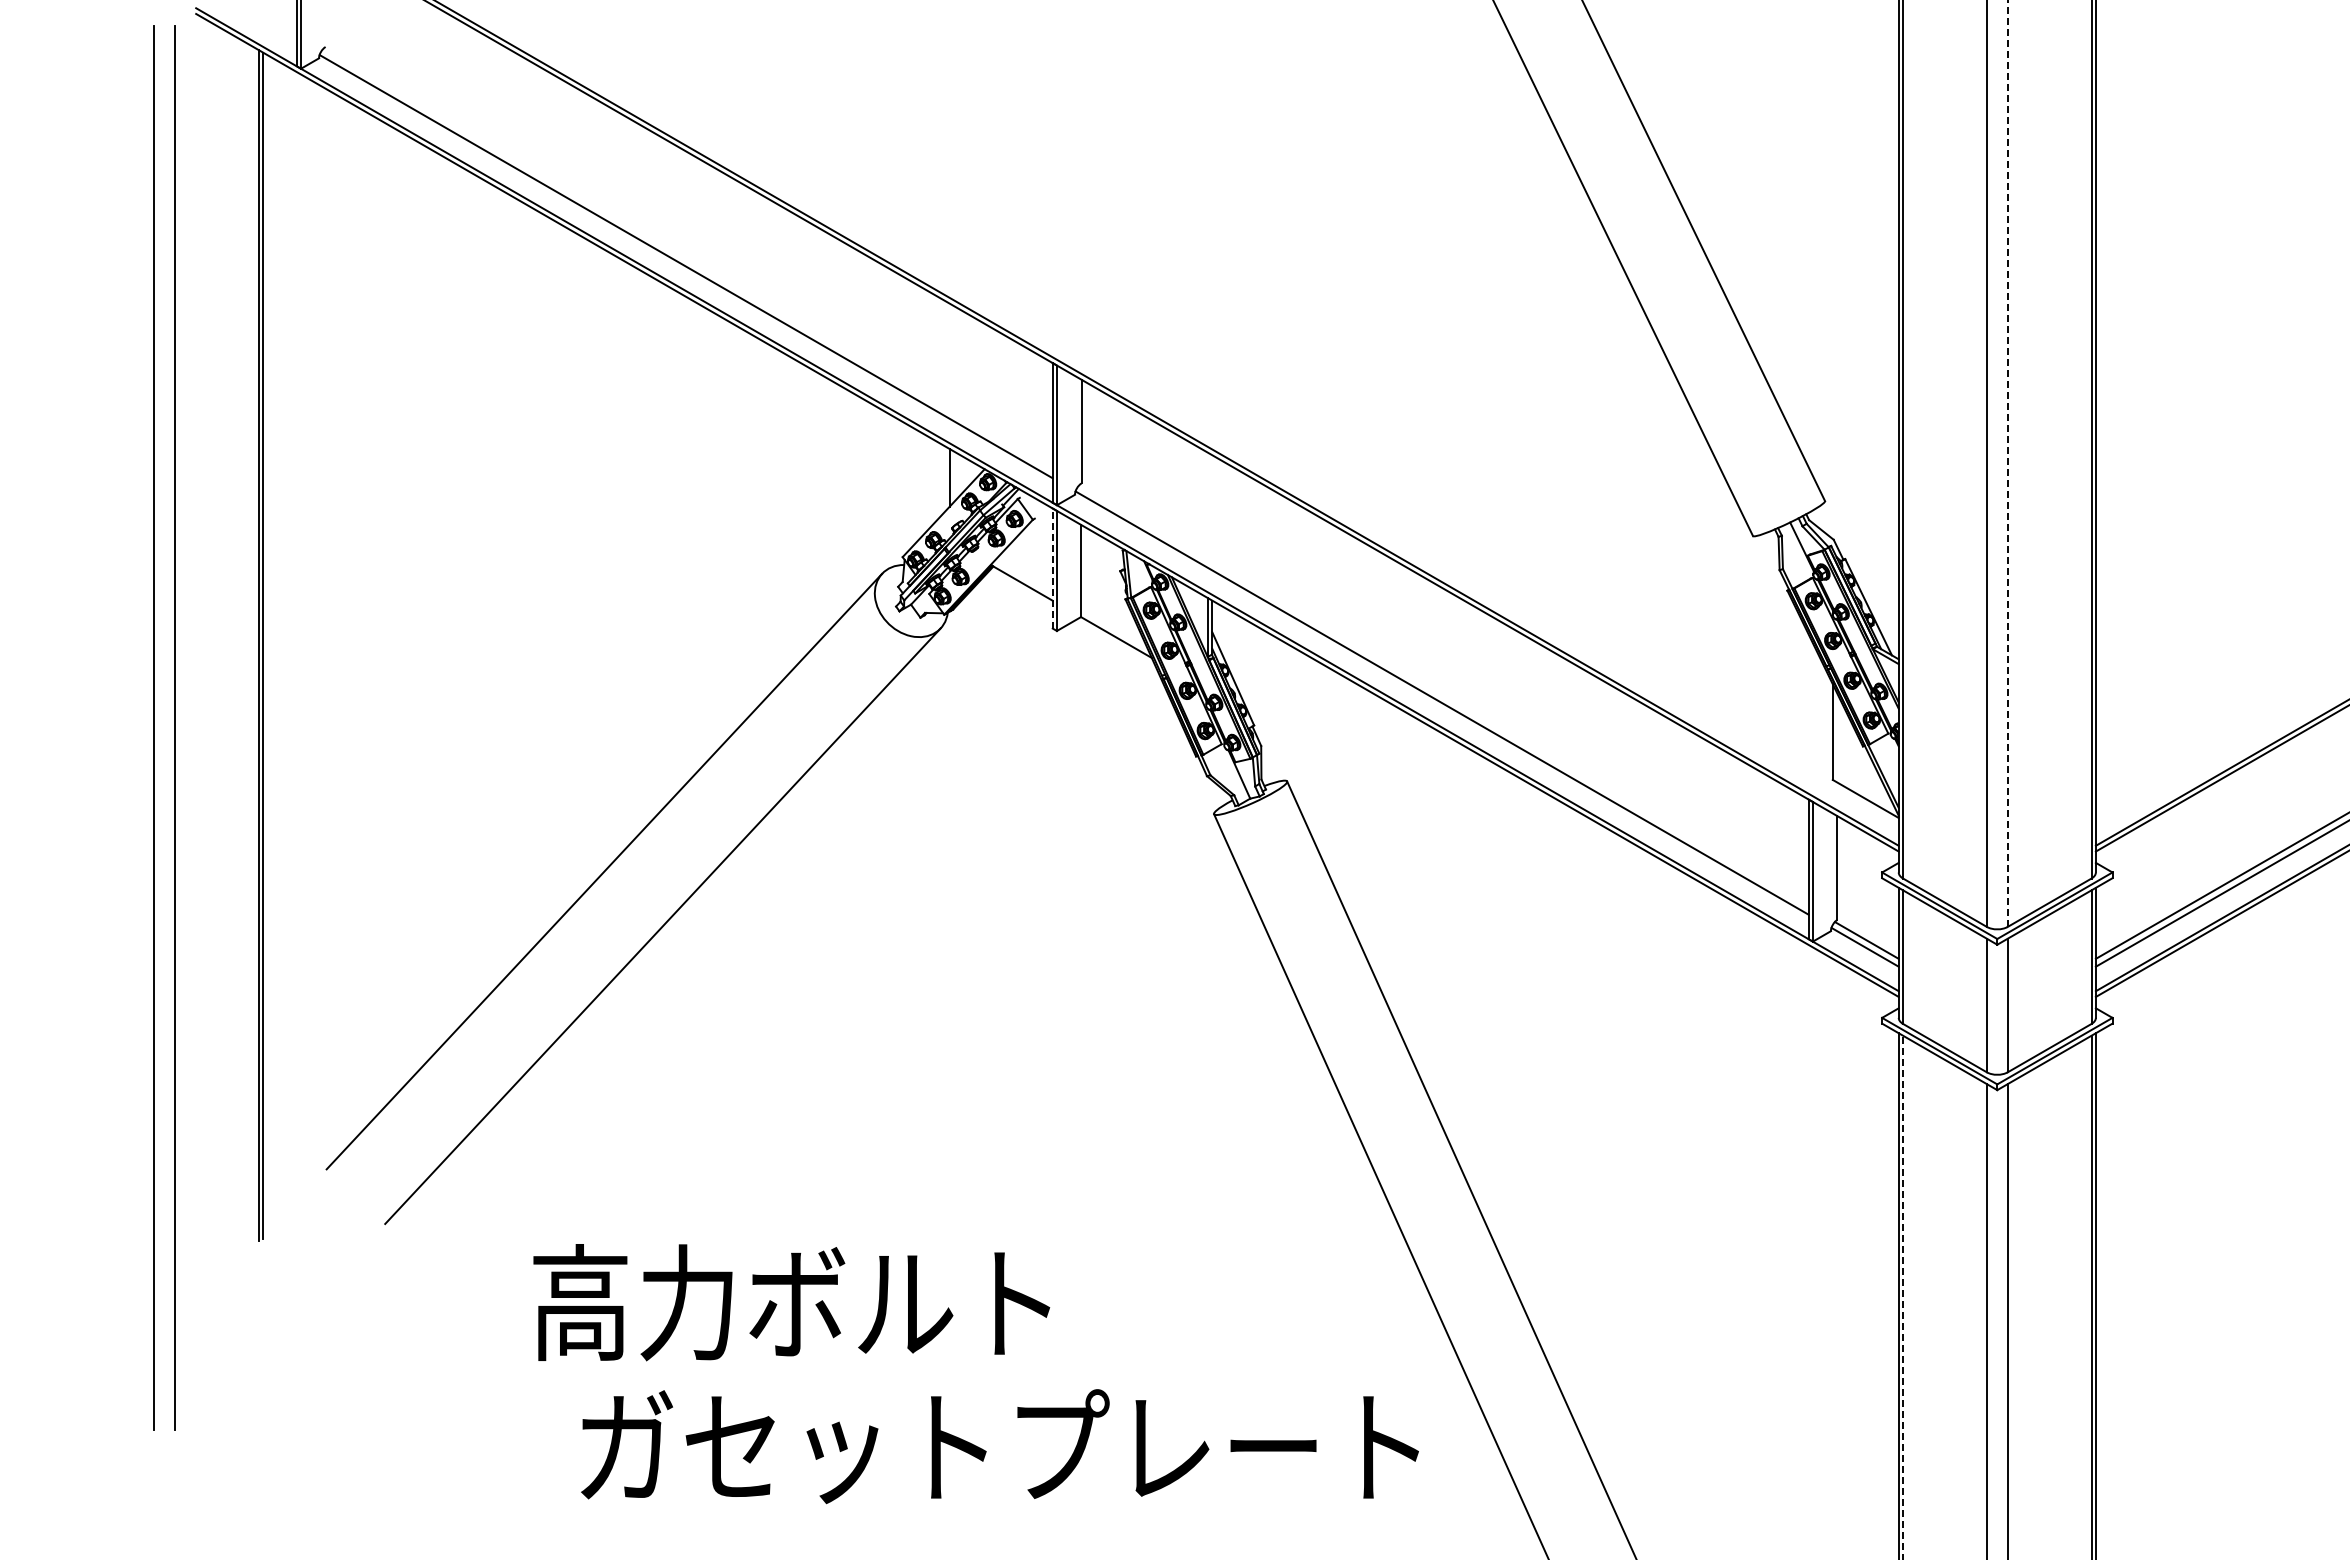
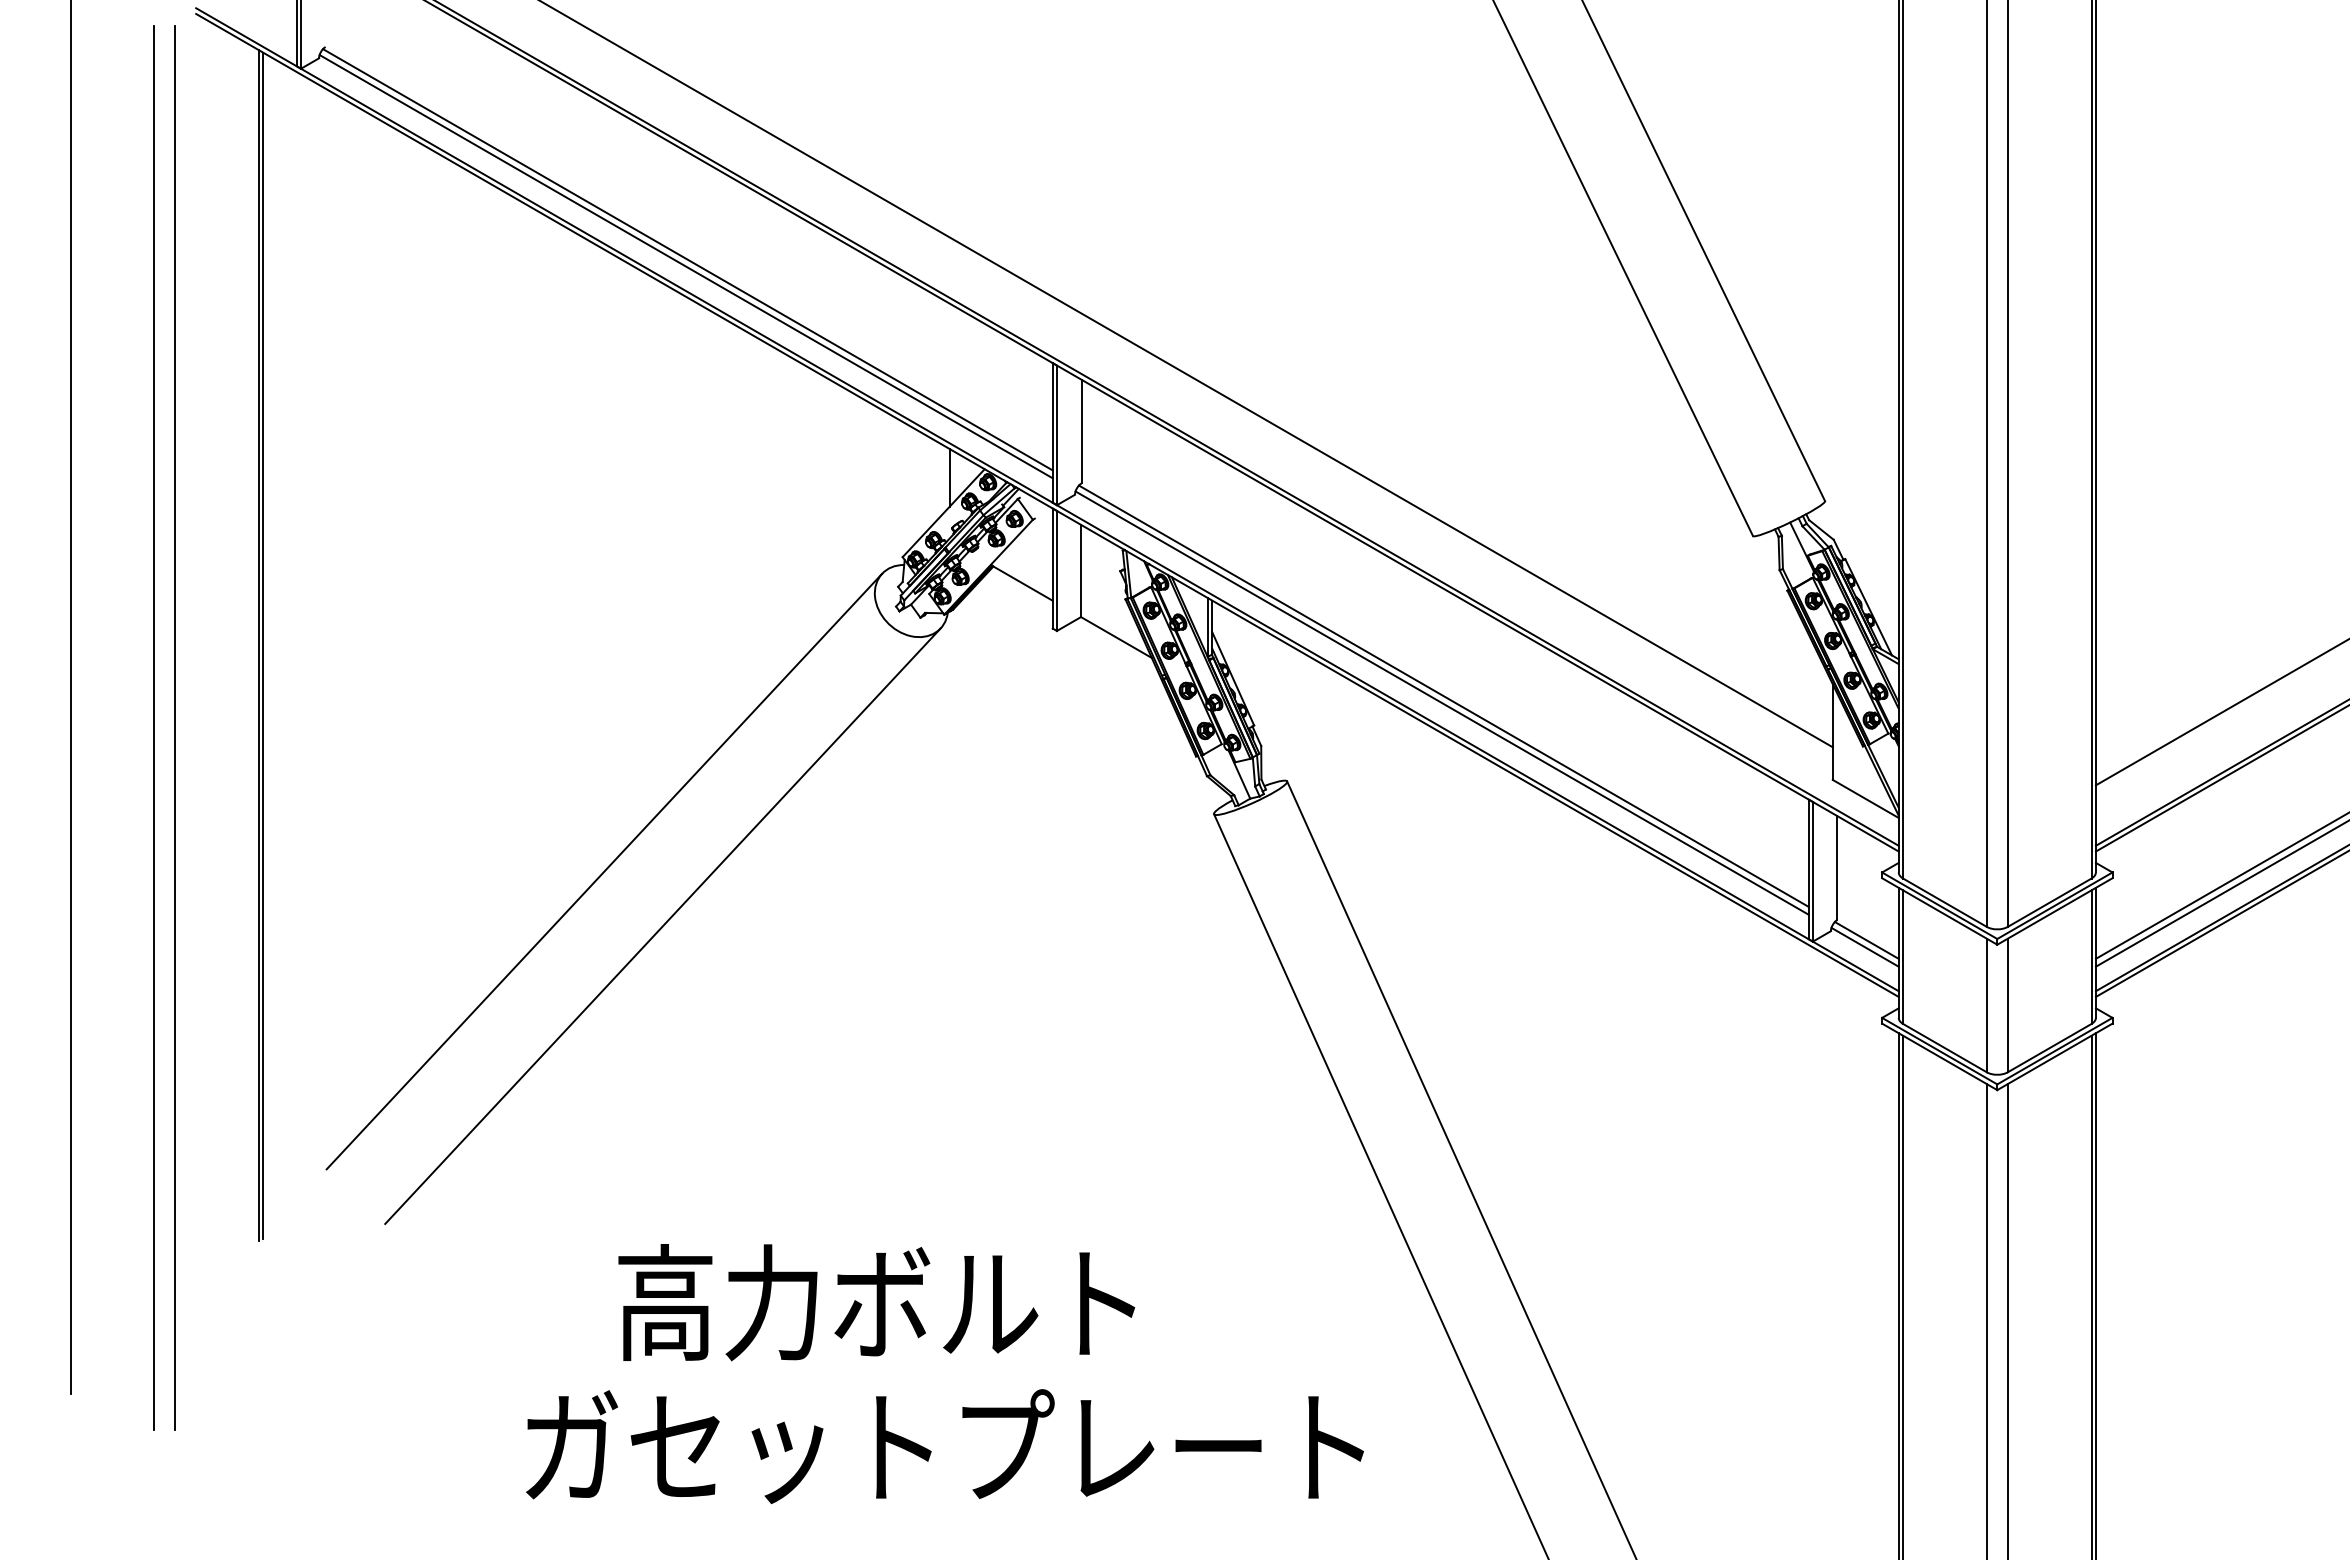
line at (687, 259): none -> present
line at (1187, 374): none -> present
line at (2007, 463): dashed -> solid
line at (1052, 568): dashed -> solid
line at (1443, 695): none -> present
line at (70, 698): none -> present
line at (2220, 712): none -> present
line at (1903, 1297): dashed -> solid
text at (791, 1302) position: (791, 1302) -> (876, 1302)
text at (999, 1446) position: (999, 1446) -> (944, 1446)
